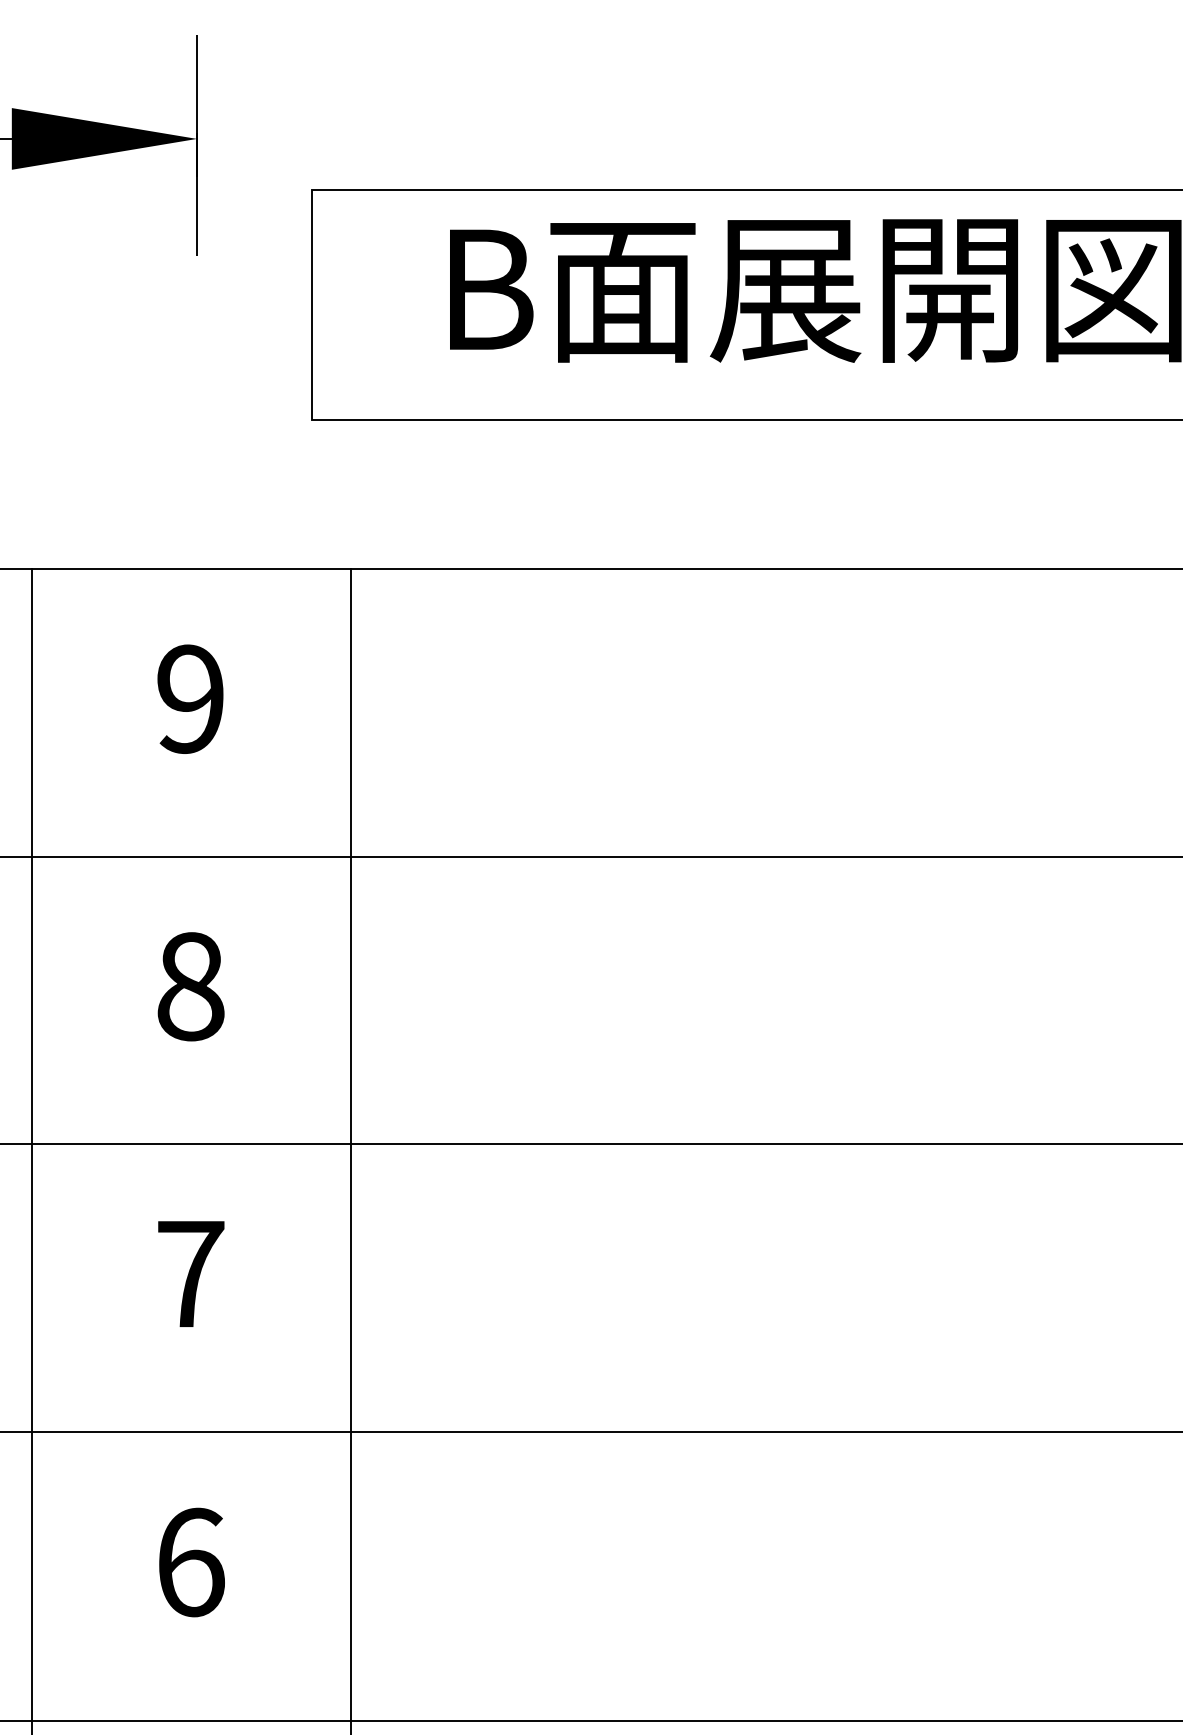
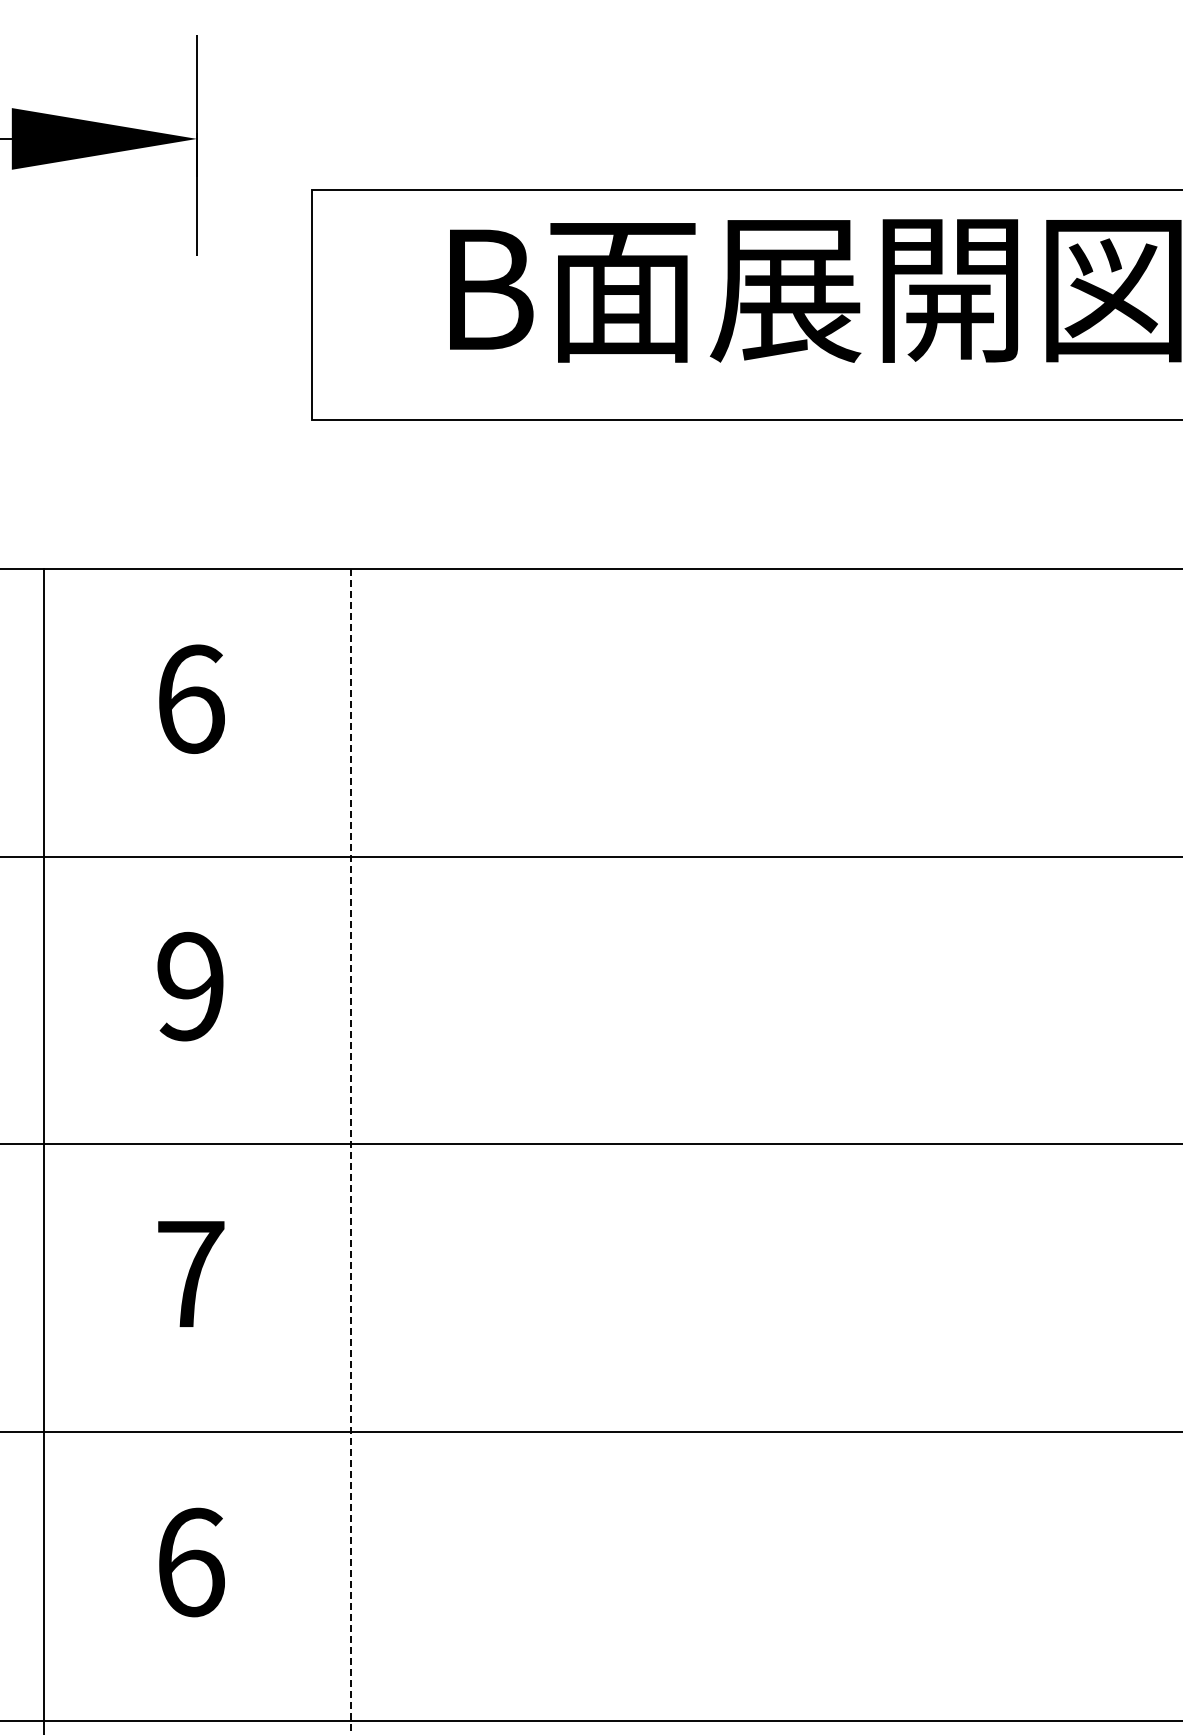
text at (190, 698): 9 -> 6
text at (190, 986): 8 -> 9
line at (31, 1150) position: (31, 1150) -> (43, 1150)
line at (350, 1152): solid -> dashed
